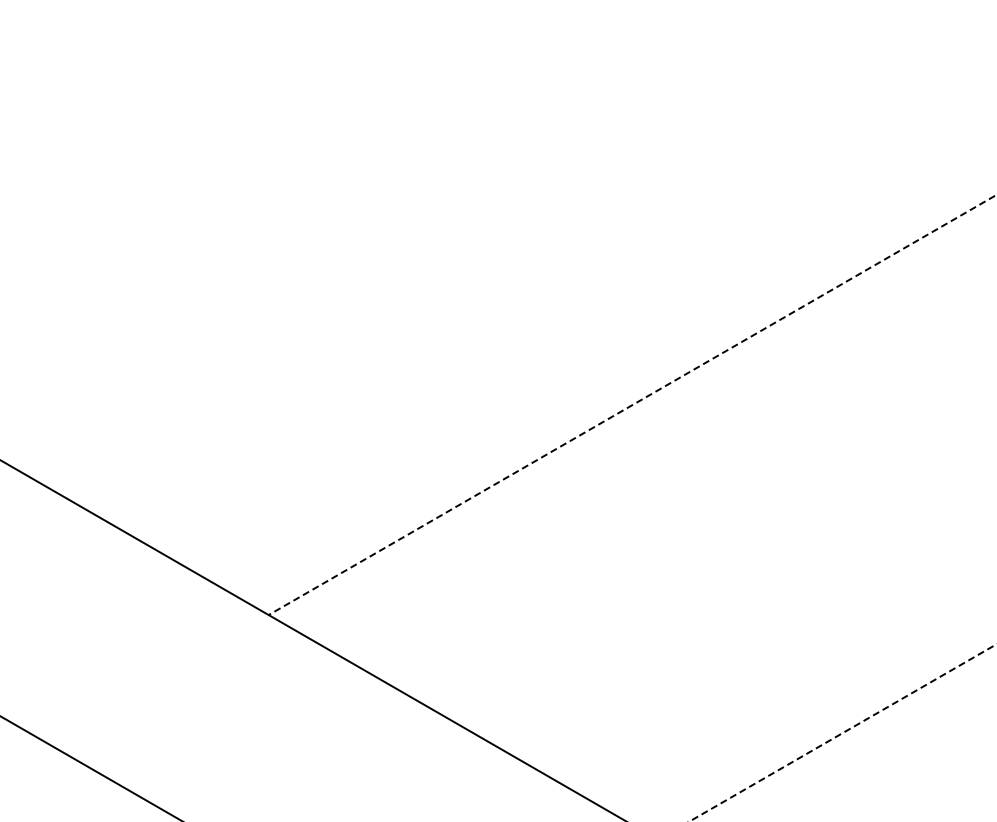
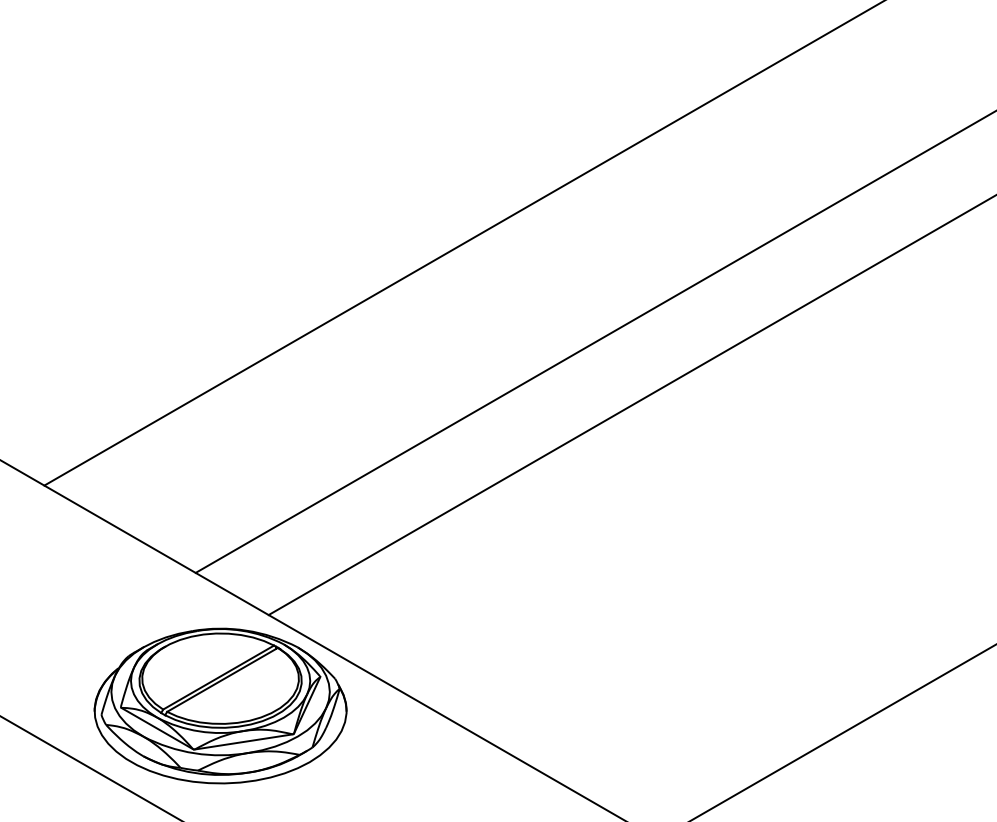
line at (463, 243): none -> present
line at (594, 342): none -> present
line at (632, 405): dashed -> solid
part at (220, 705): none -> present
line at (842, 733): dashed -> solid
